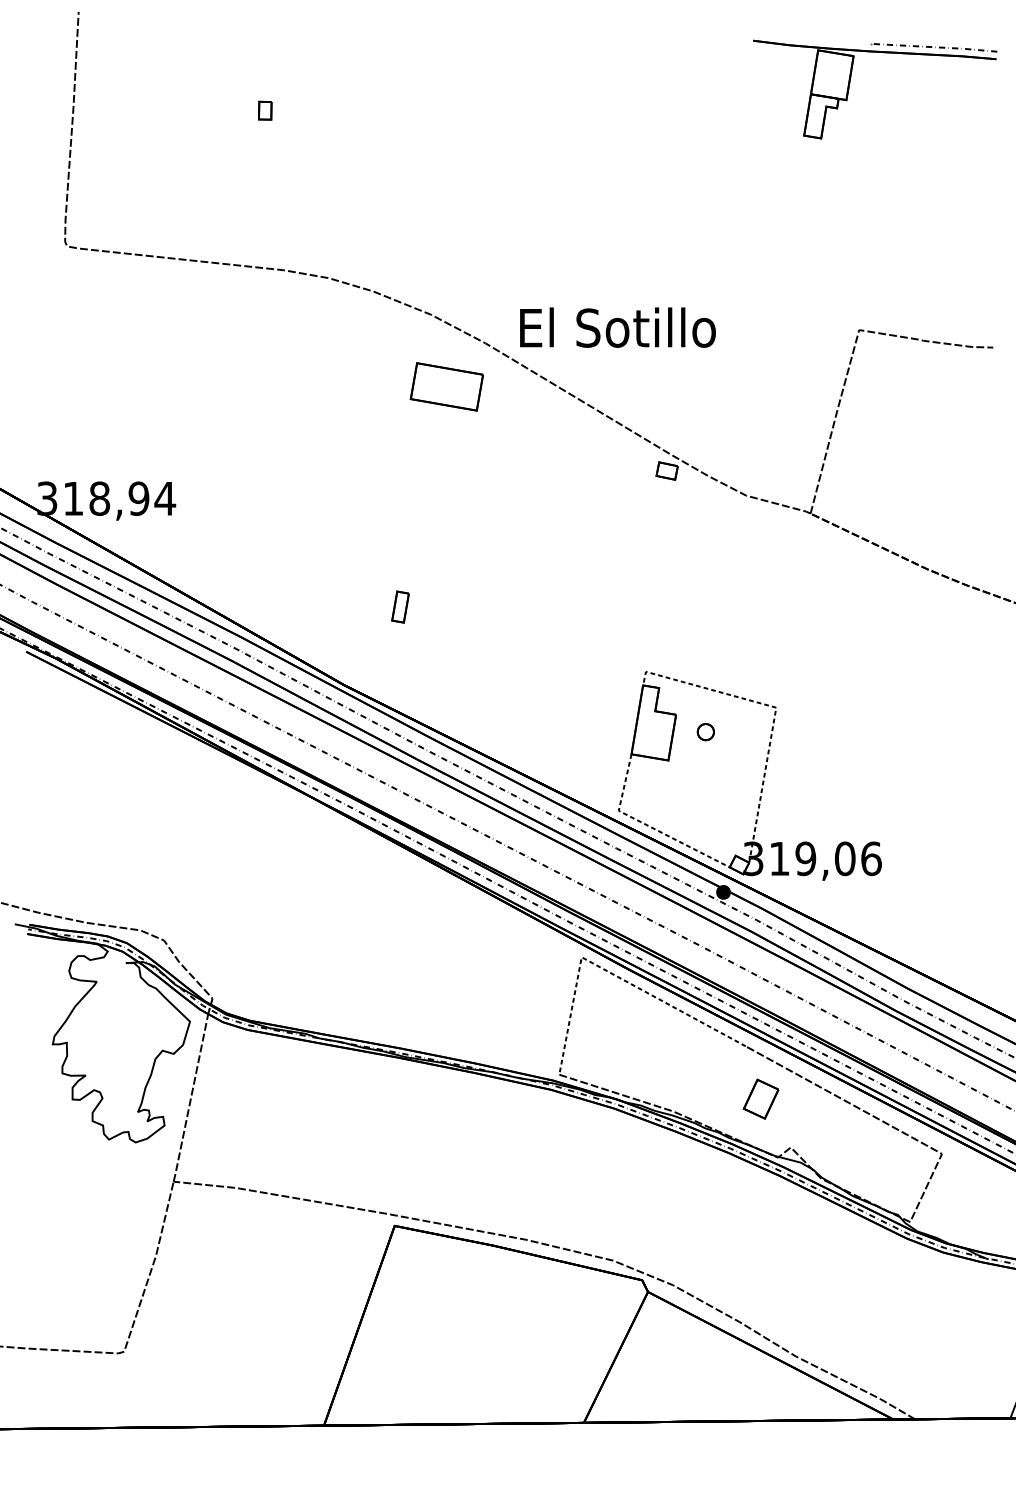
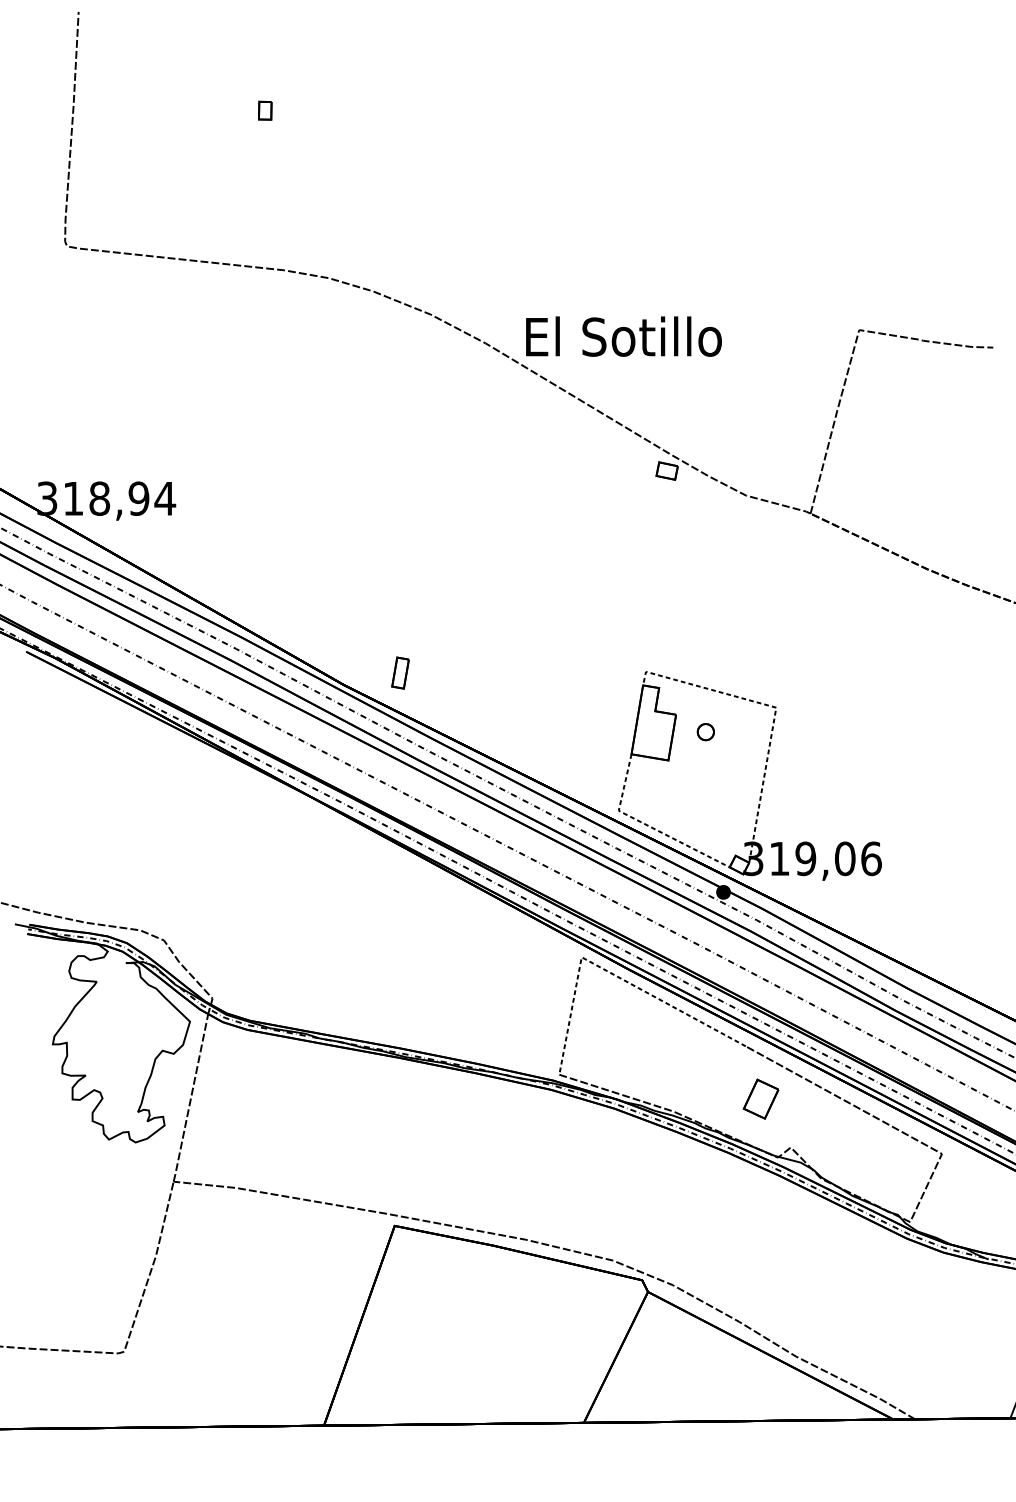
part at (850, 83): present -> none
text at (617, 327) position: (617, 327) -> (623, 336)
part at (446, 386): present -> none
part at (400, 606) position: (400, 606) -> (400, 672)
